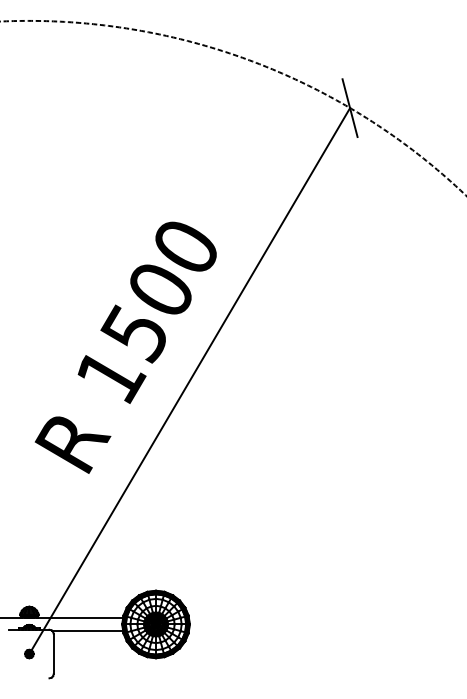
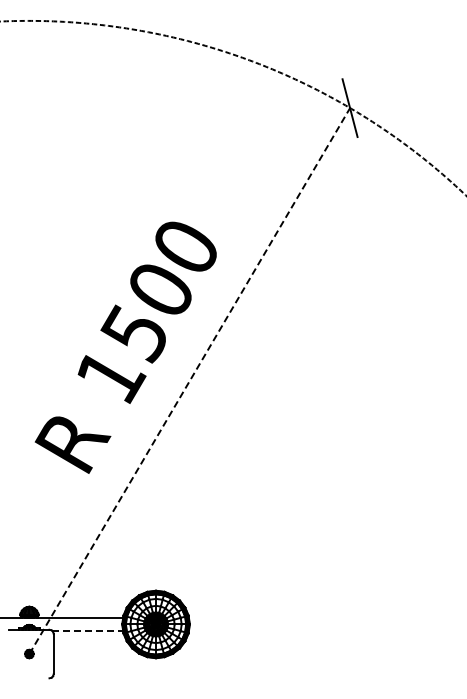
line at (189, 381): solid -> dashed
line at (87, 630): solid -> dashed
